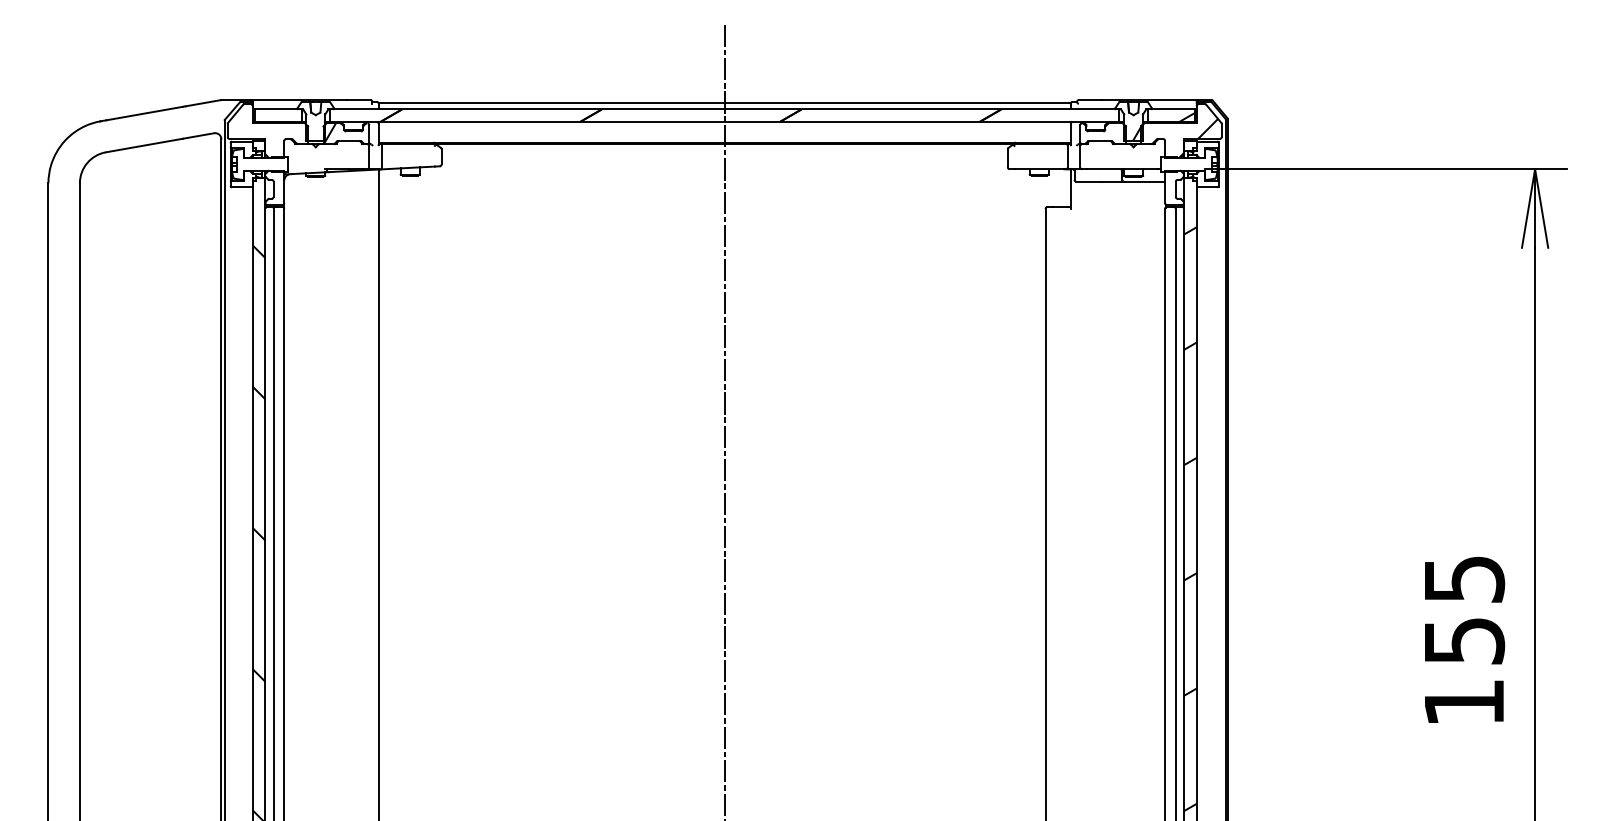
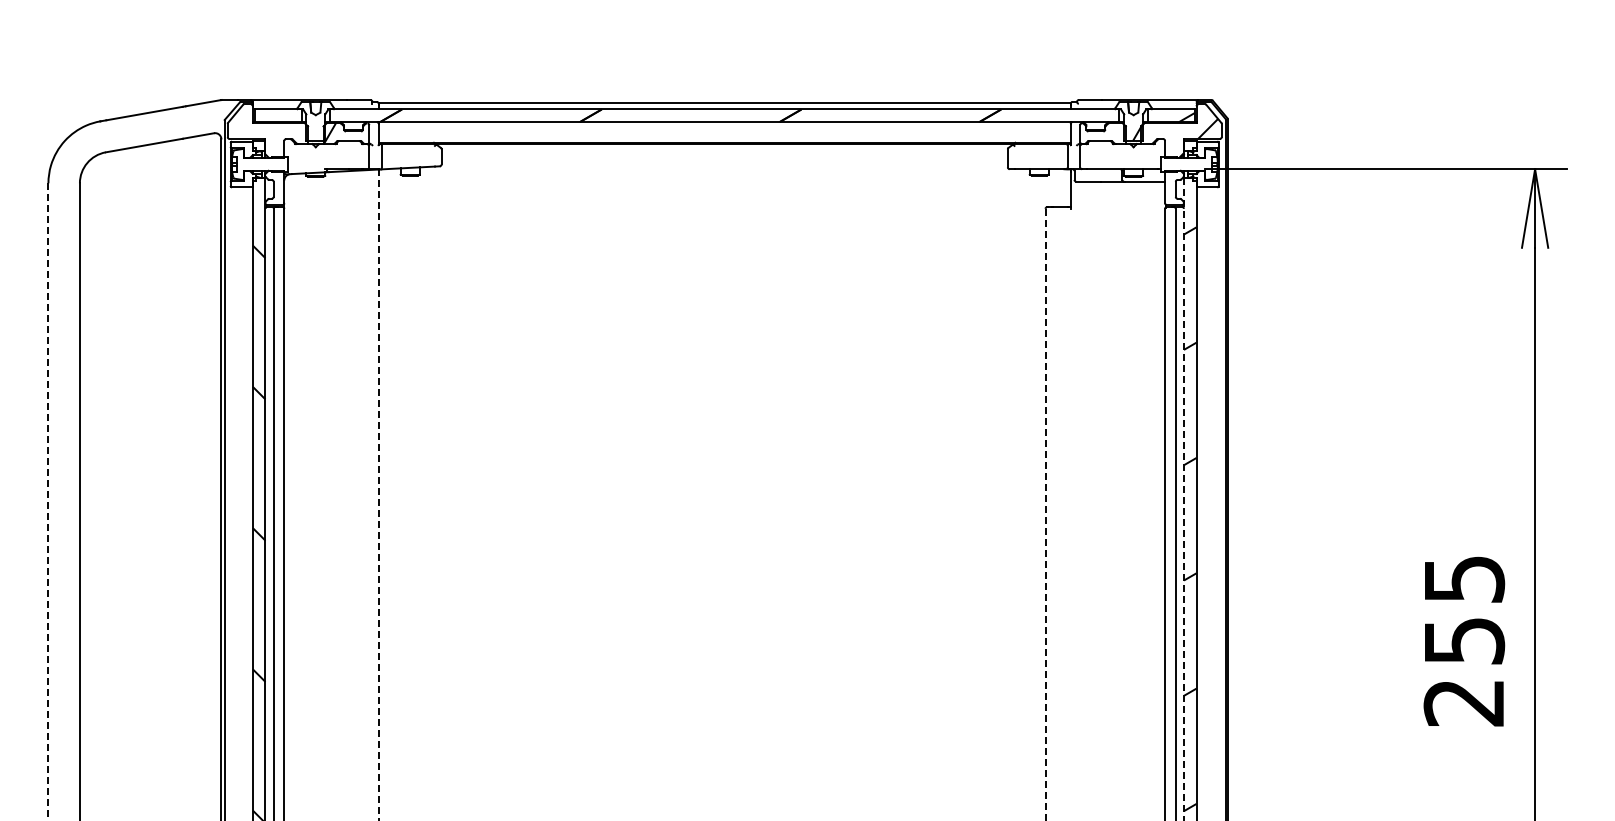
line at (724, 420): present -> none
line at (378, 494): solid -> dashed
line at (1183, 499): solid -> dashed
line at (48, 502): solid -> dashed
line at (1045, 514): solid -> dashed
text at (1463, 703): 155 -> 255
